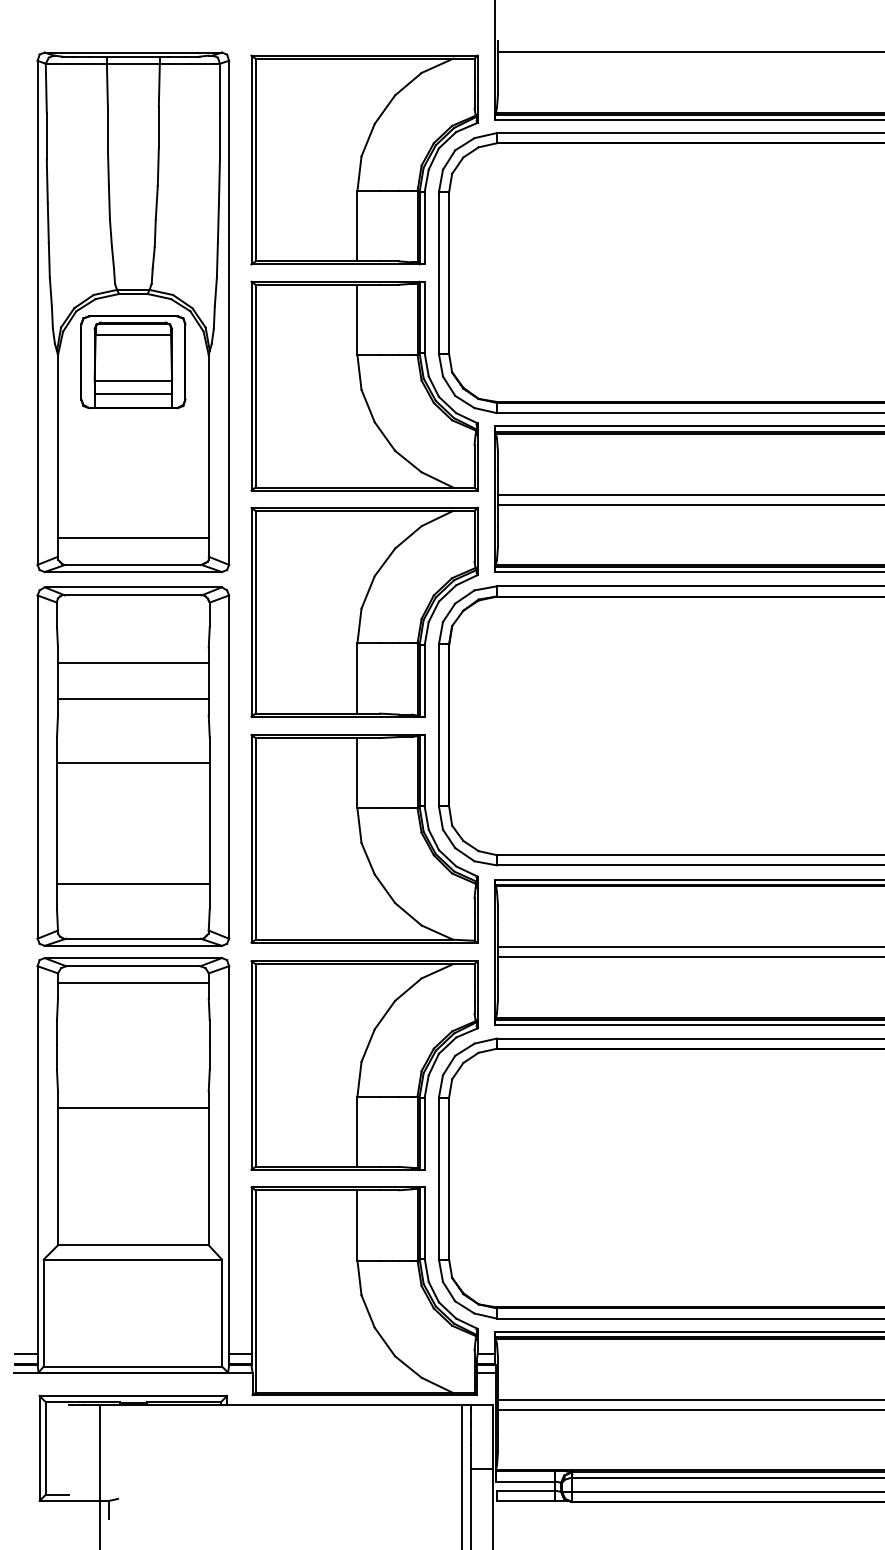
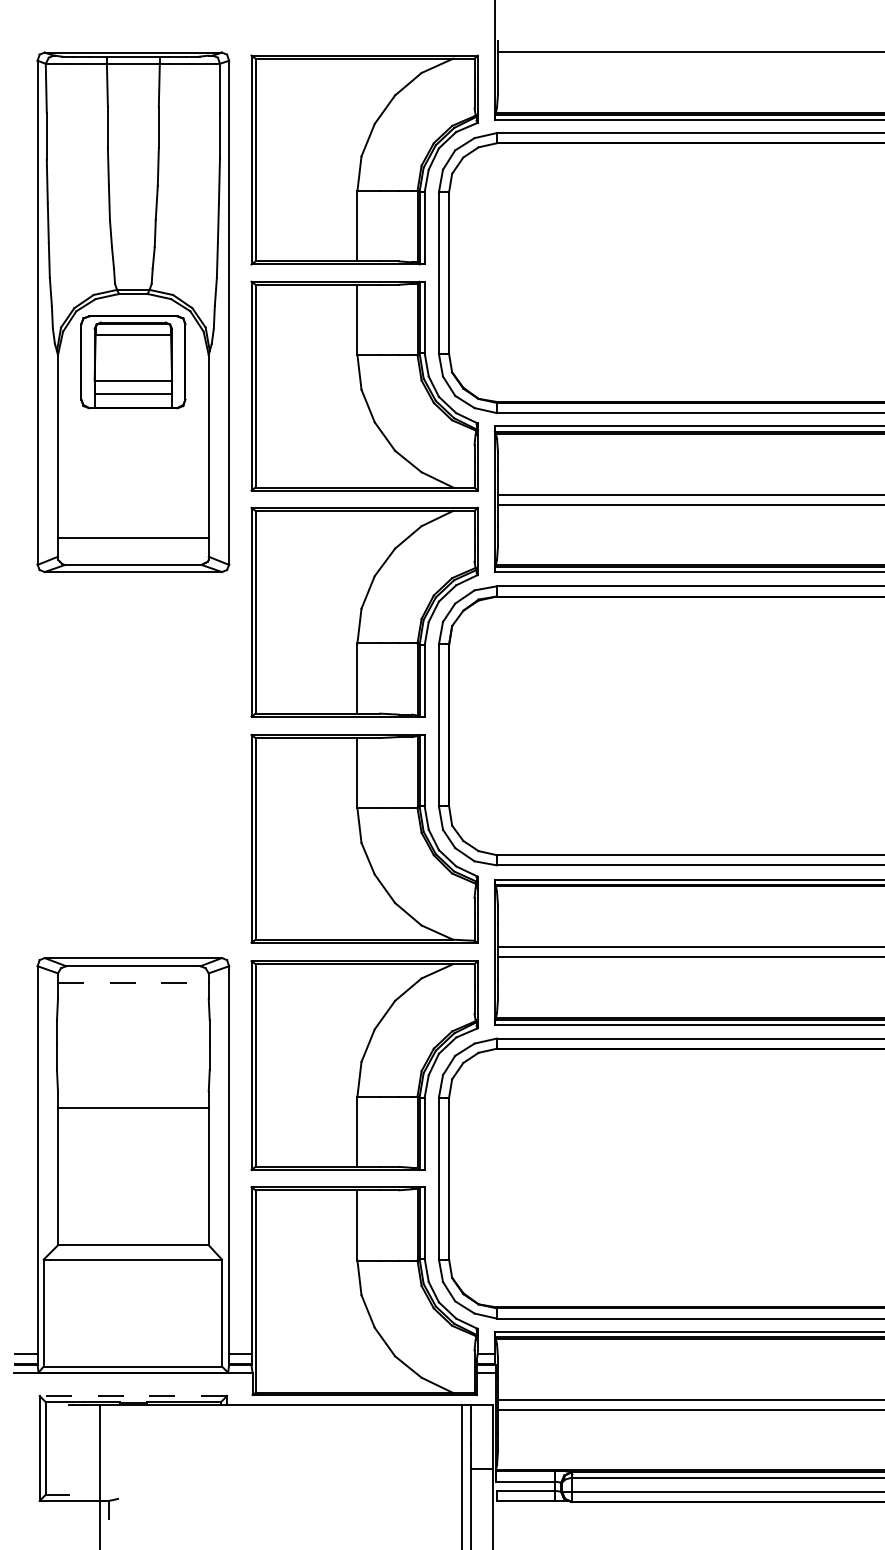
part at (133, 766): present -> none
line at (133, 982): solid -> dashed
line at (133, 1396): solid -> dashed
